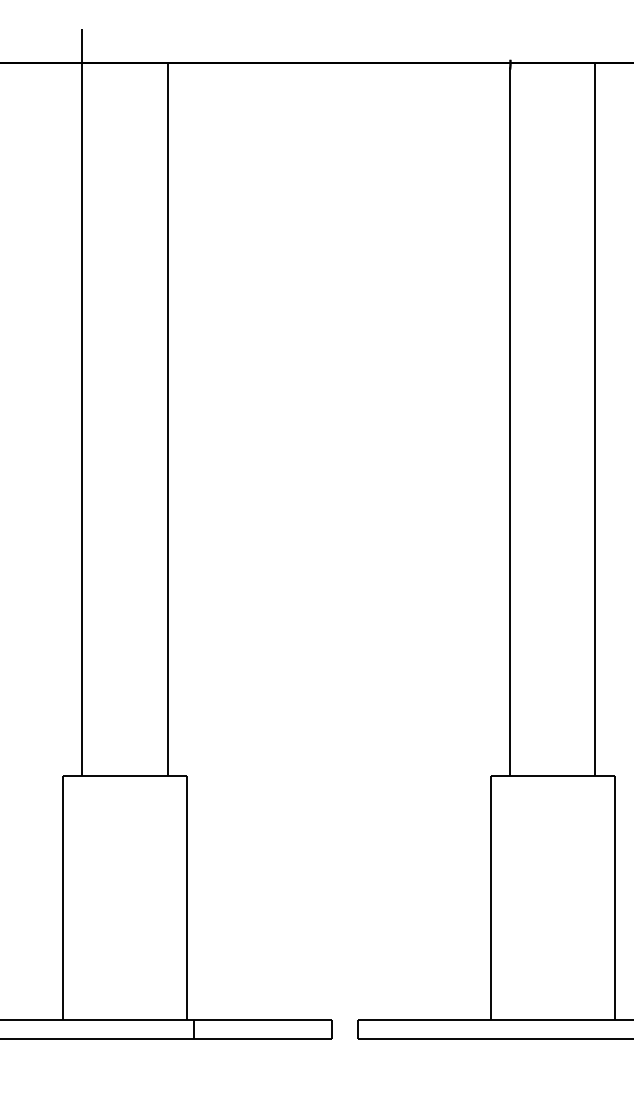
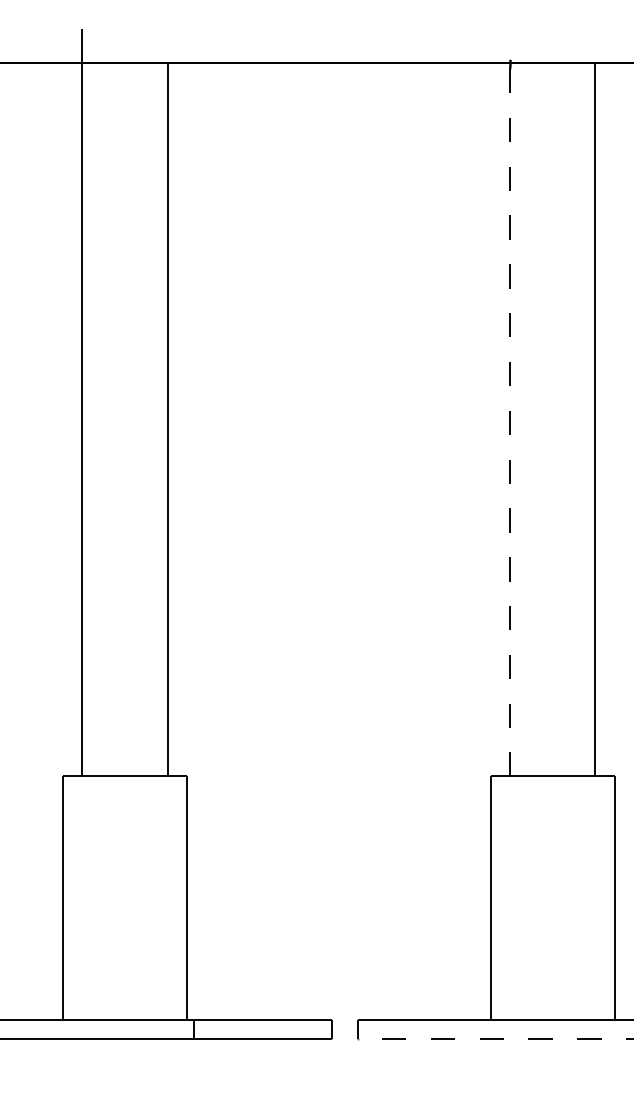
line at (510, 422): solid -> dashed
line at (495, 1039): solid -> dashed
